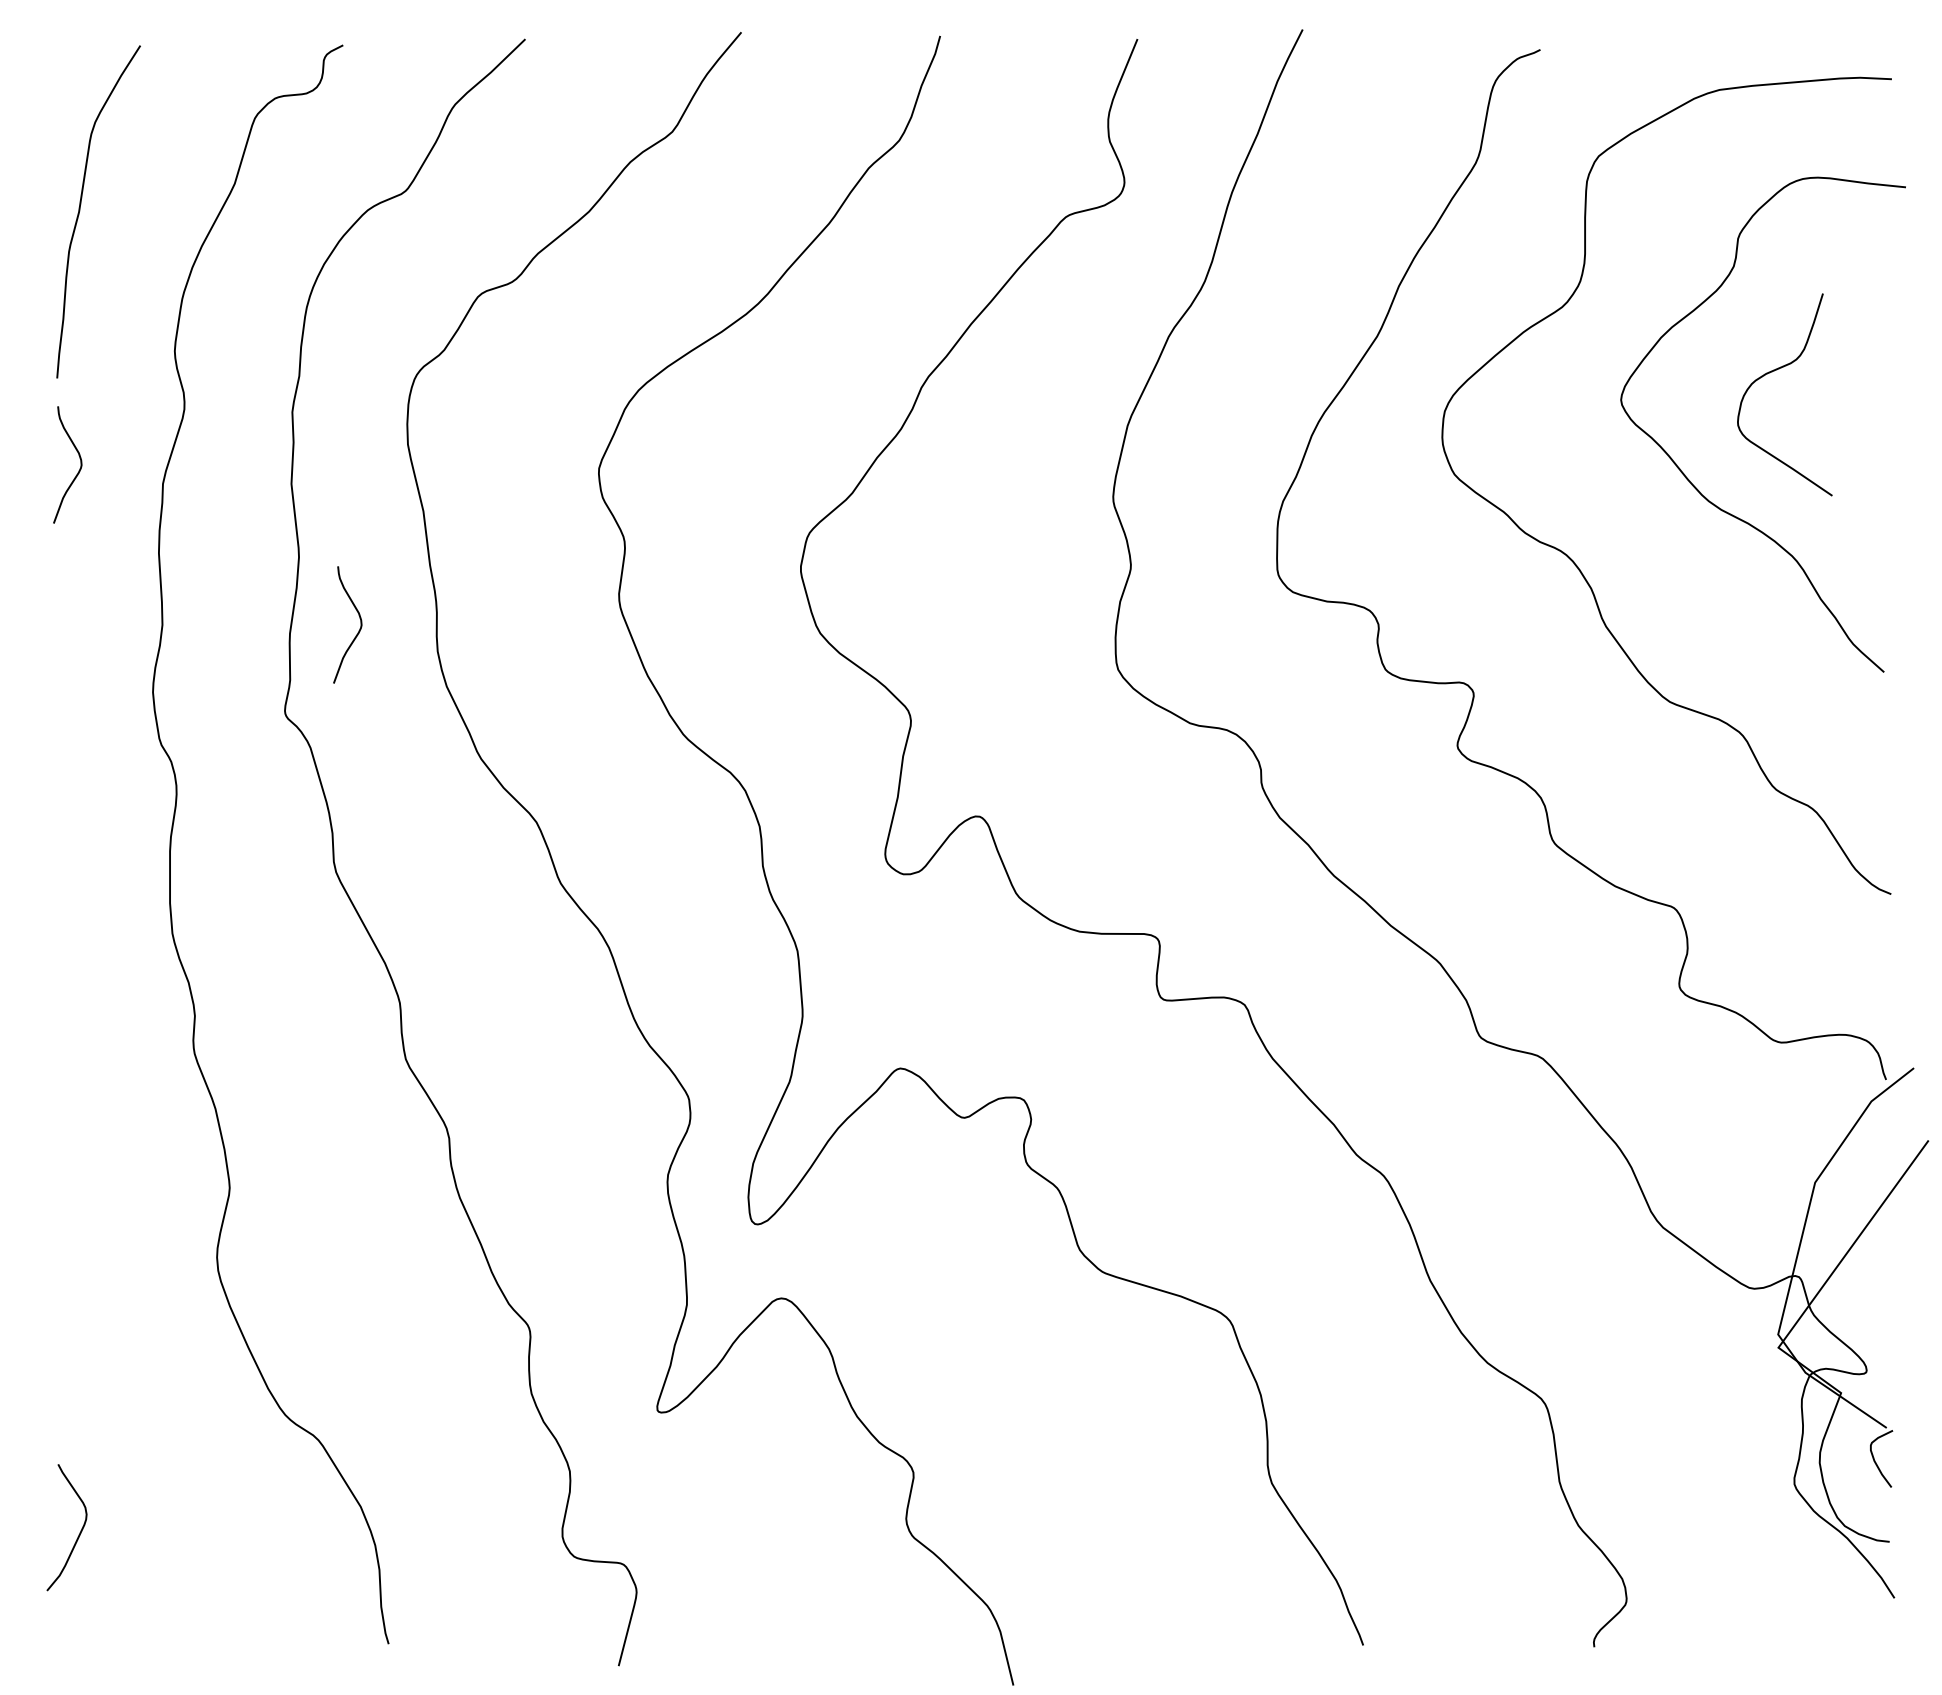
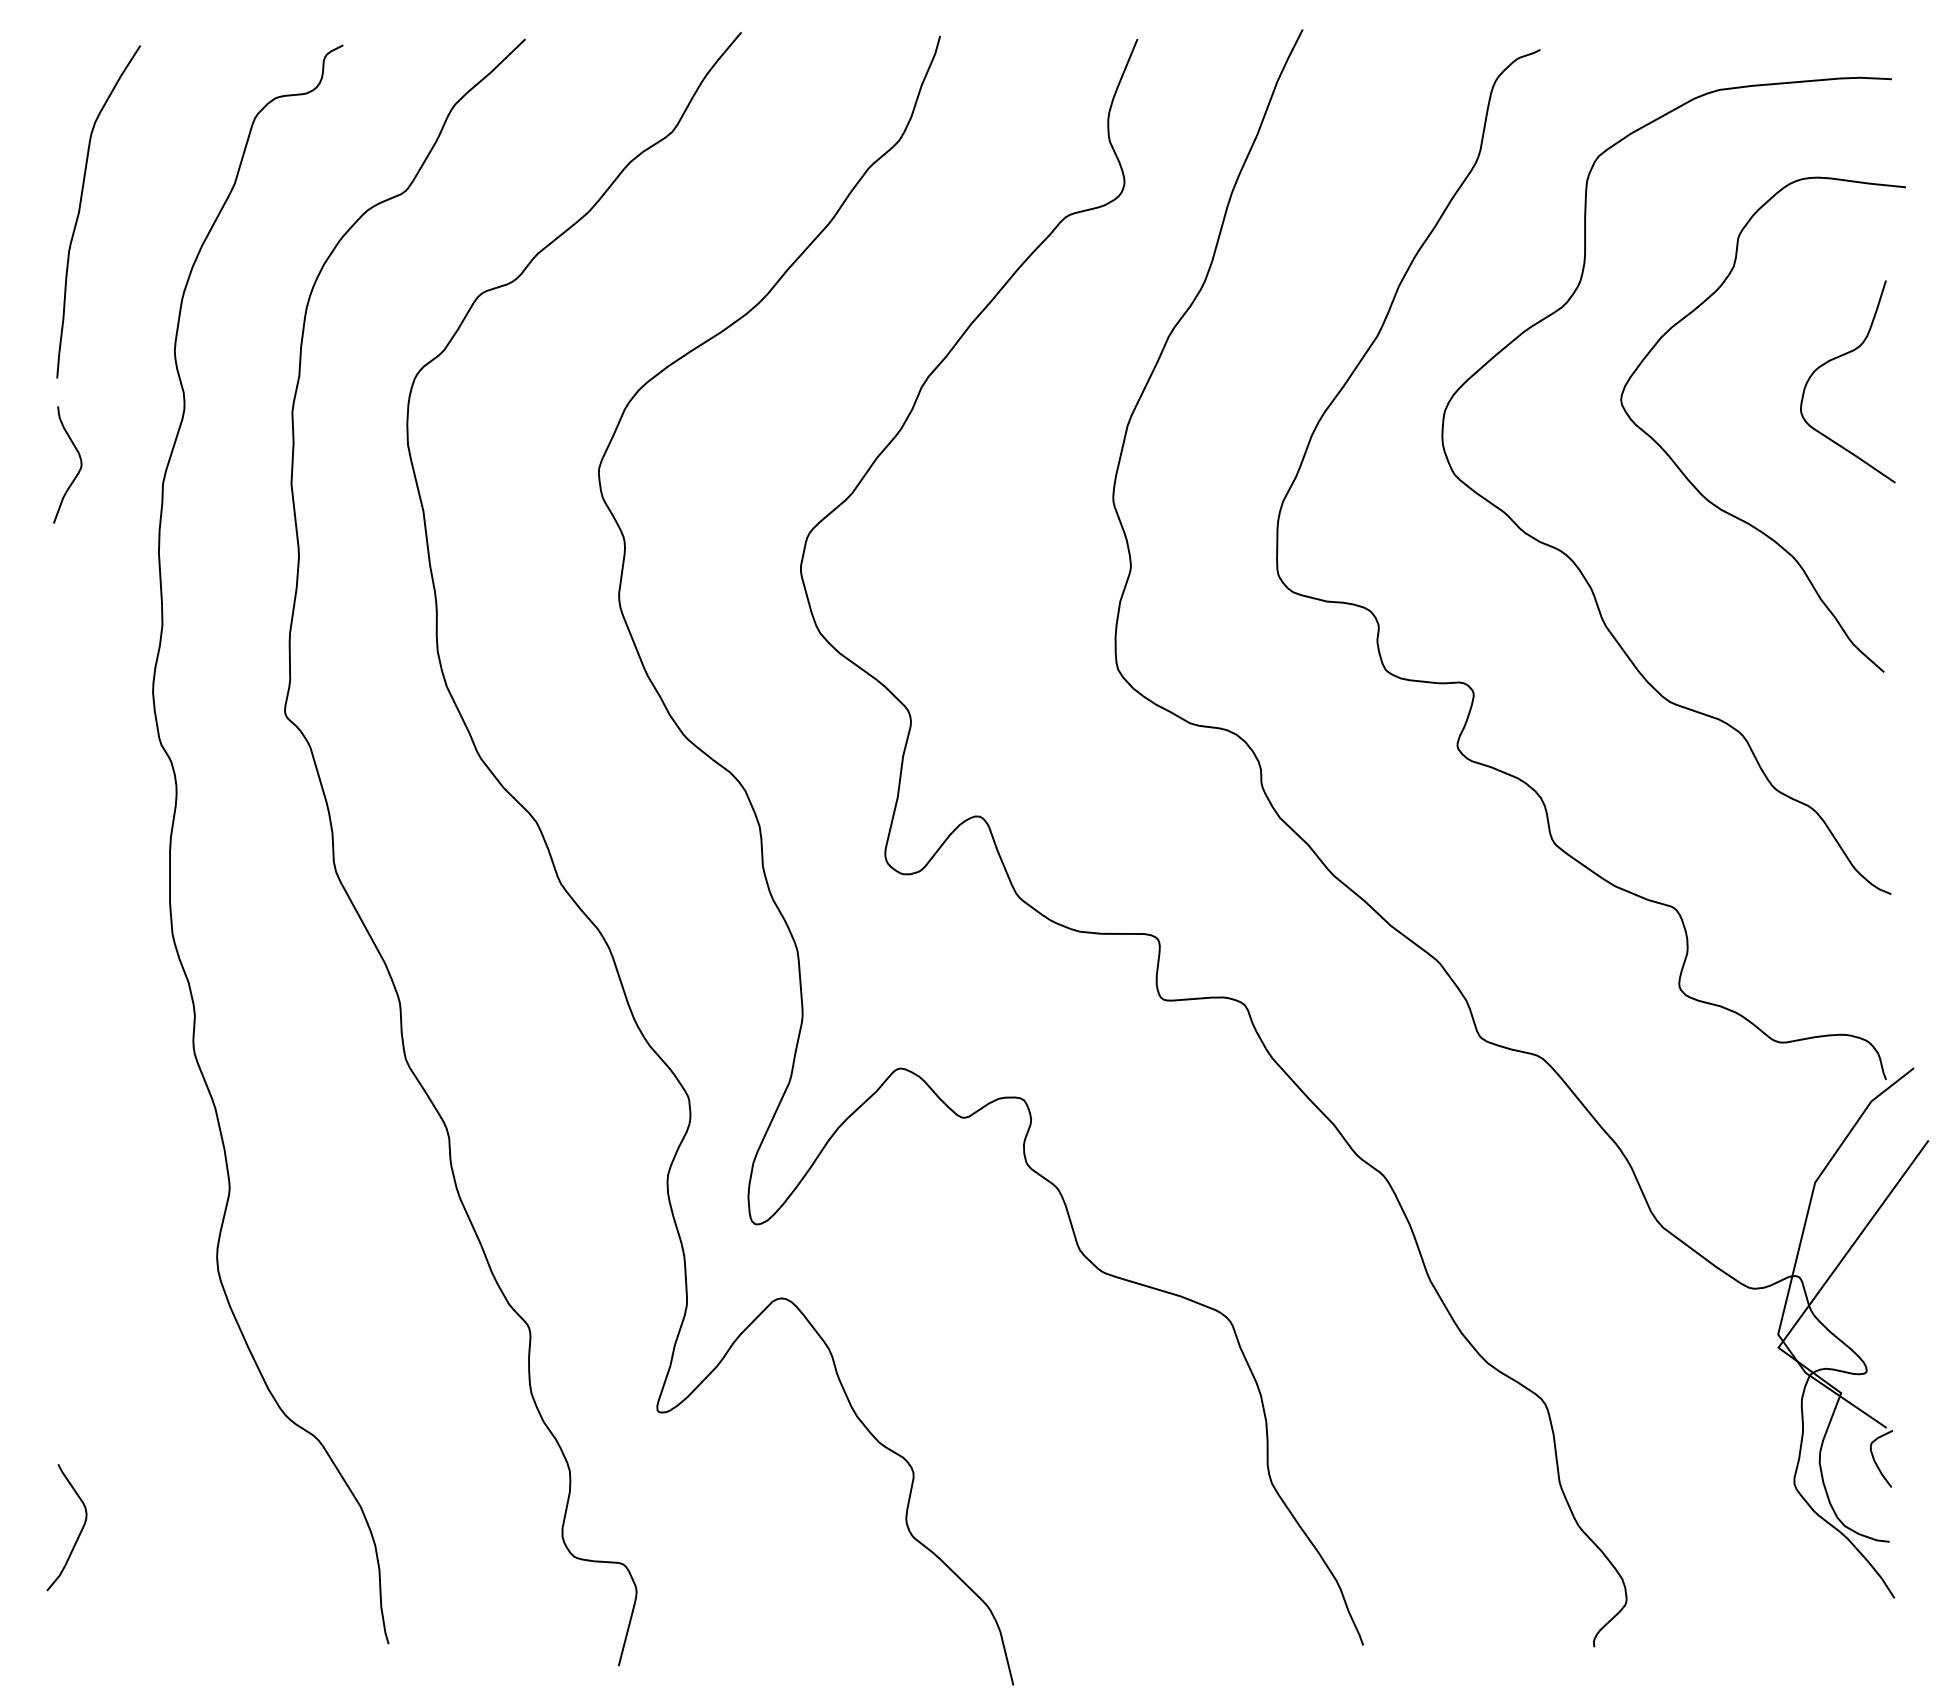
curve at (1772, 372) position: (1772, 372) -> (1835, 359)
curve at (358, 630): present -> none
